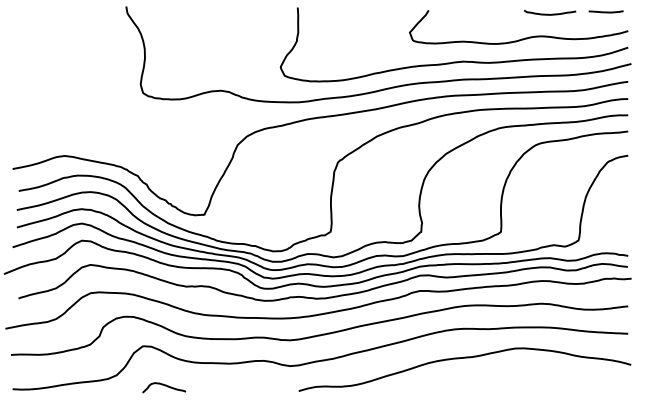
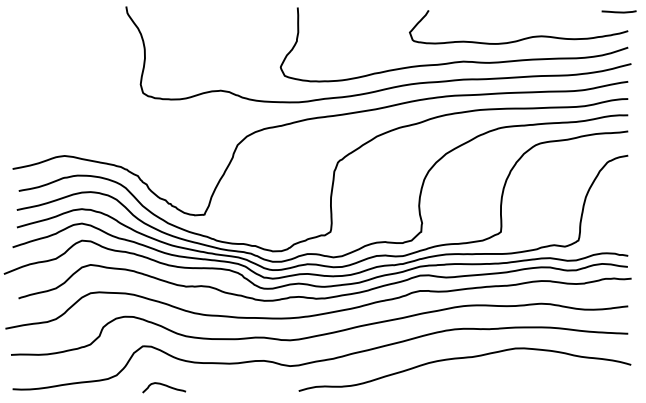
line at (605, 11) position: (605, 11) -> (618, 11)
curve at (551, 13): present -> none
